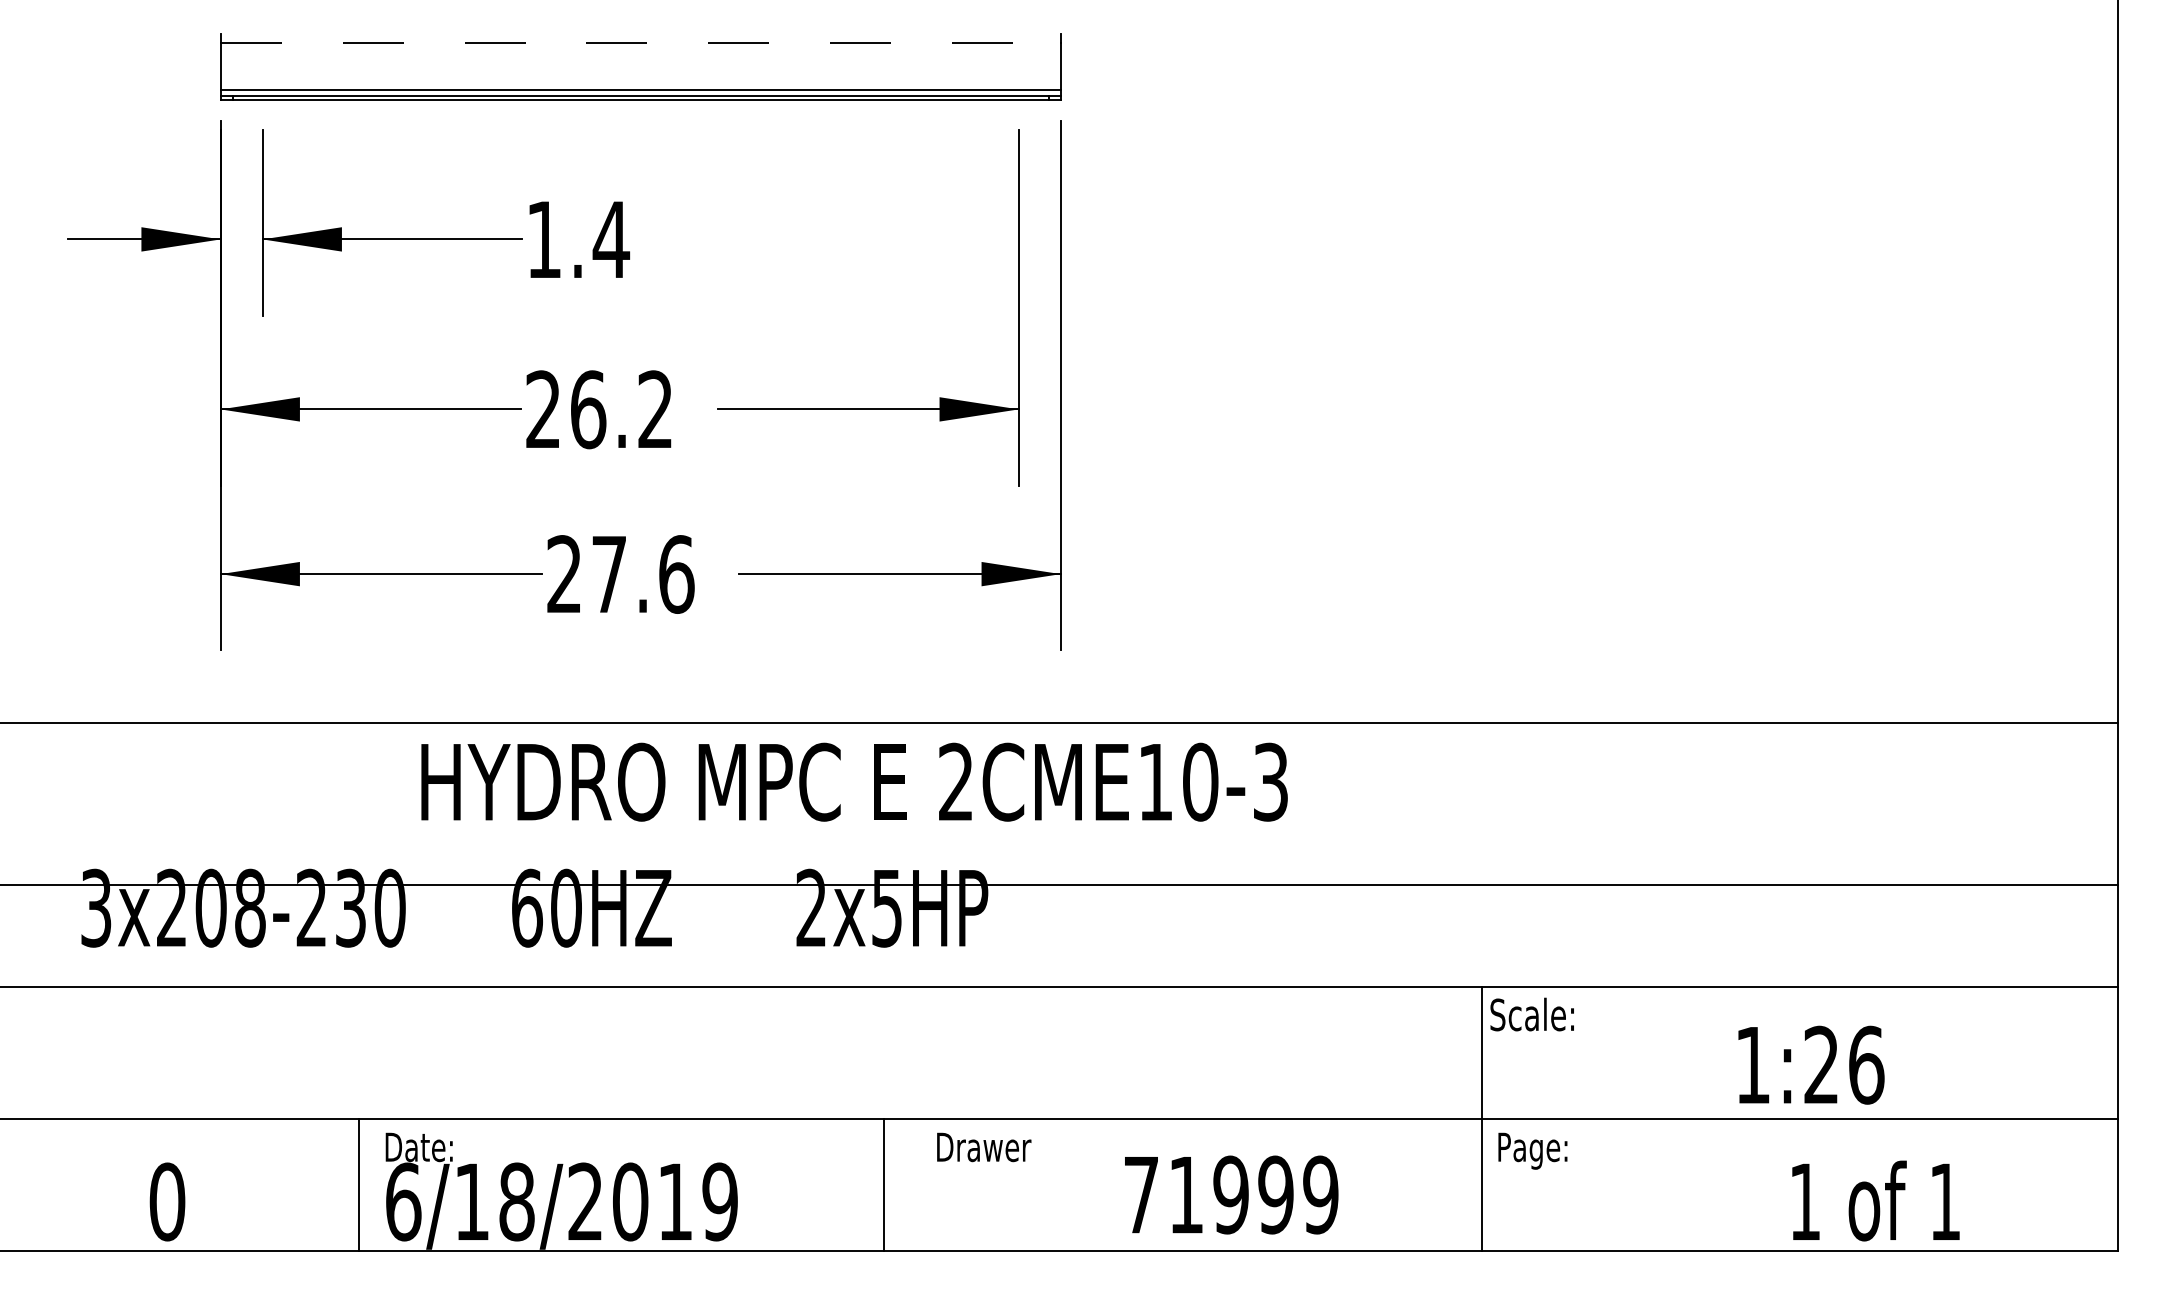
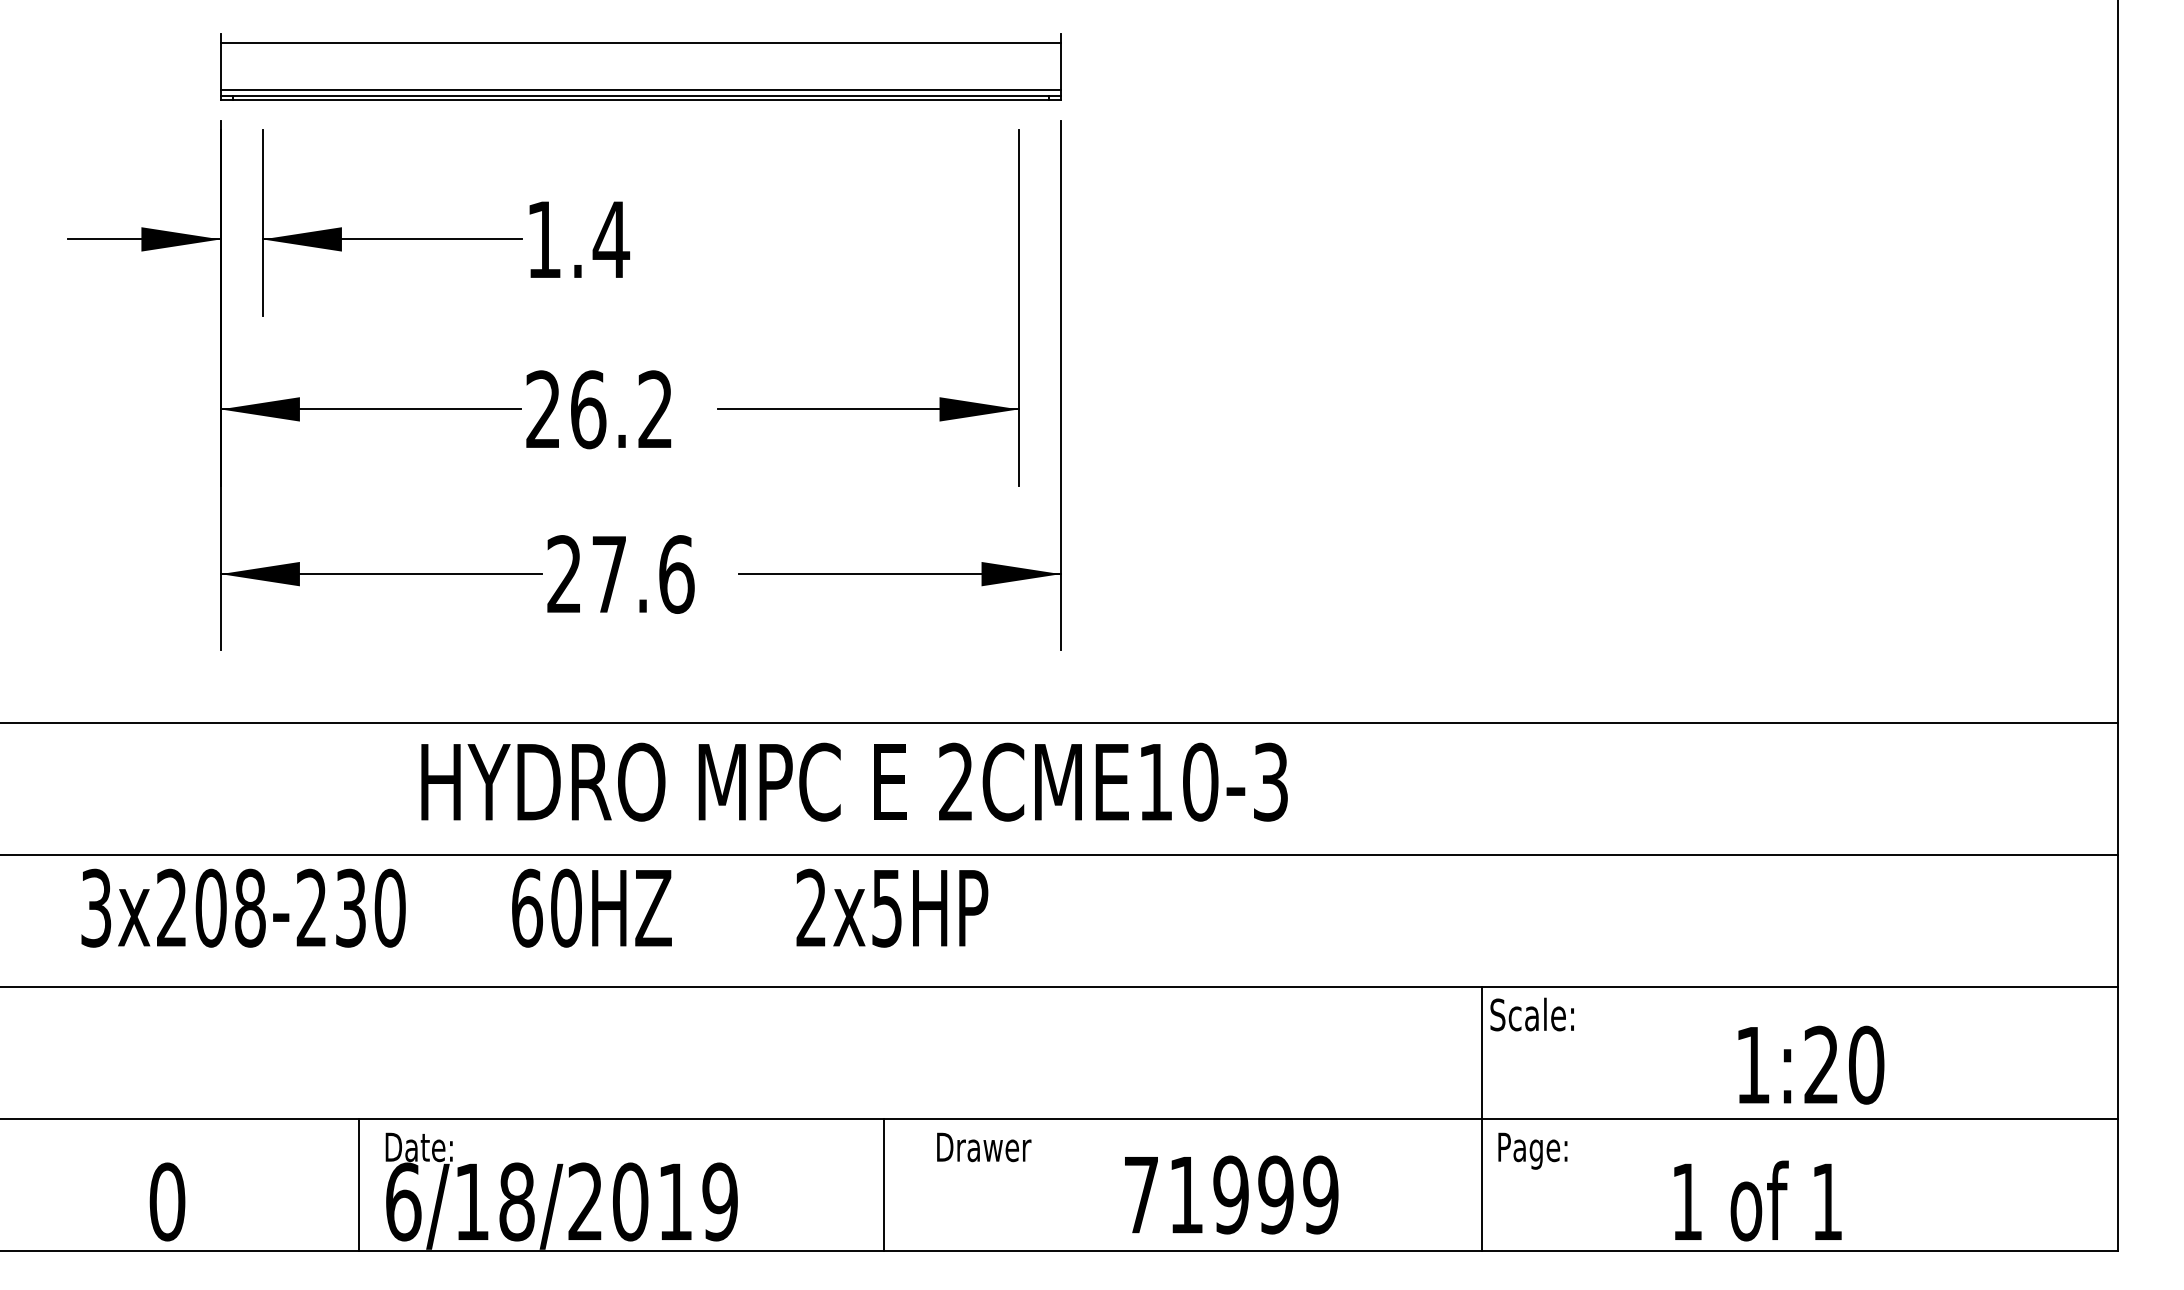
line at (641, 43): dashed -> solid
line at (1060, 885) position: (1060, 885) -> (1060, 855)
text at (1866, 1064): 1:26 -> 1:20
text at (1875, 1200) position: (1875, 1200) -> (1757, 1200)
